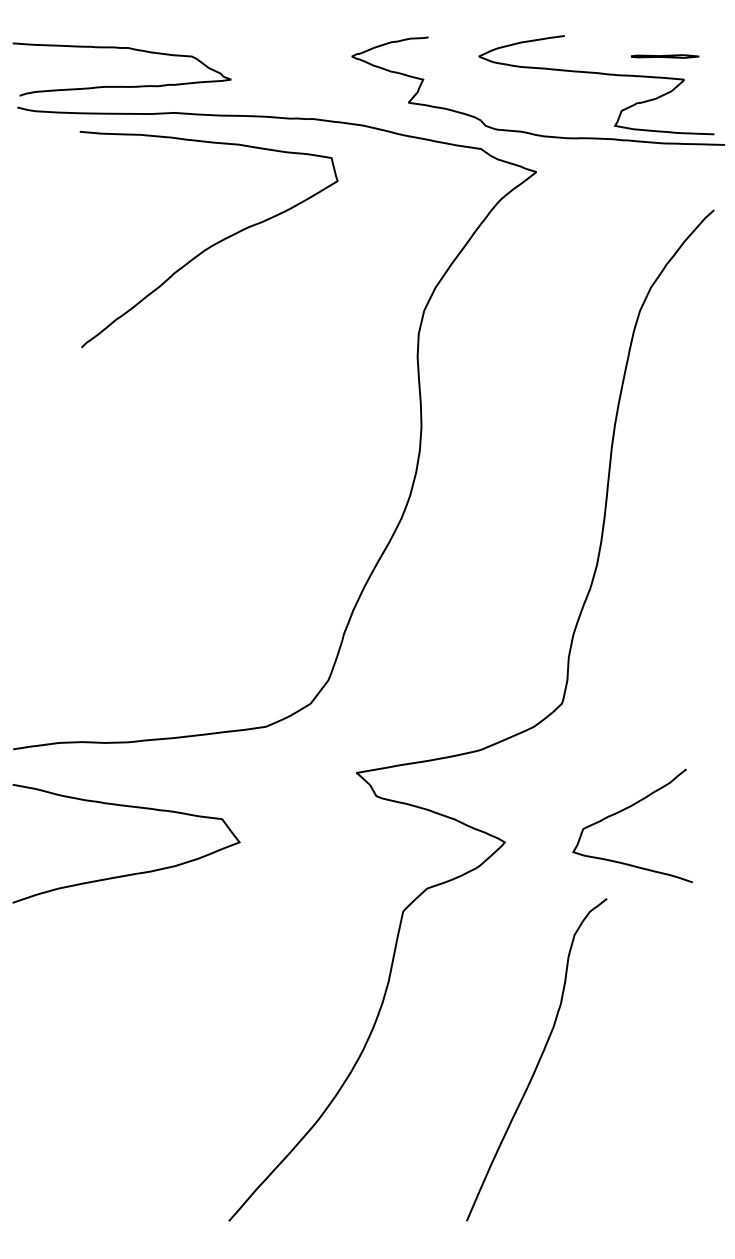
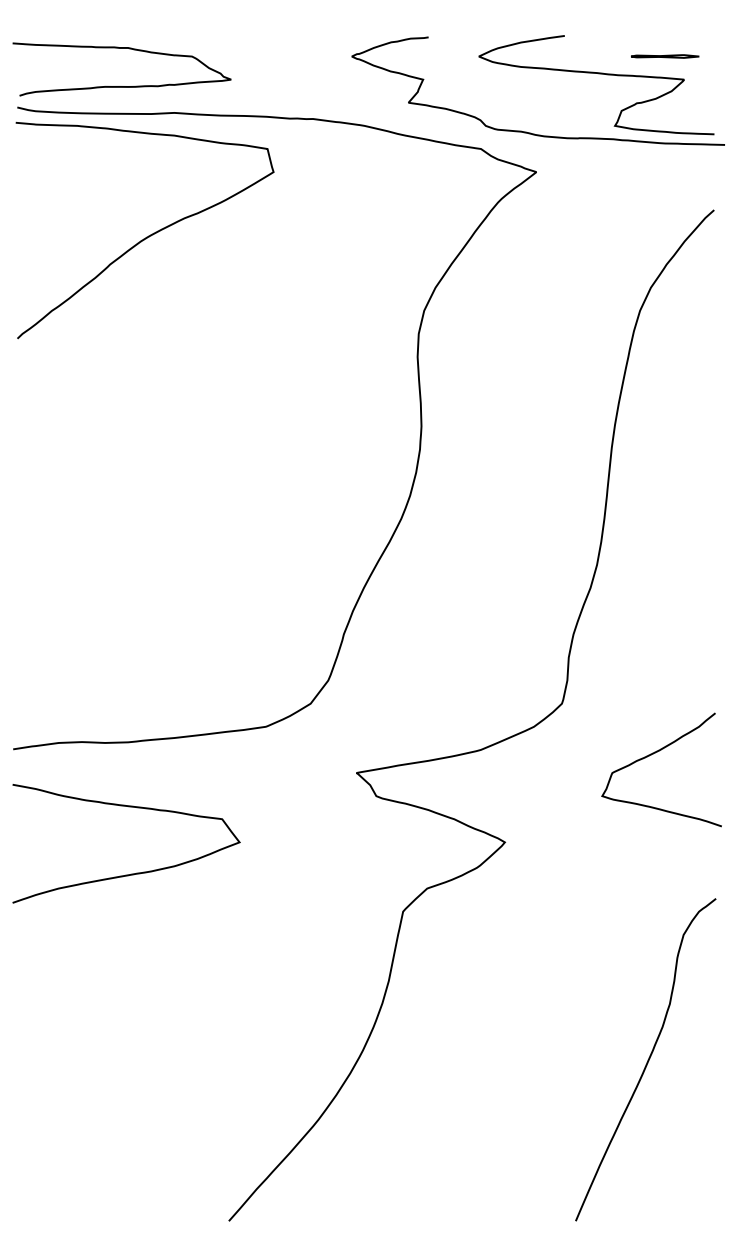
curve at (210, 245) position: (210, 245) -> (146, 236)
curve at (624, 810) position: (624, 810) -> (653, 754)
curve at (538, 1059) position: (538, 1059) -> (647, 1059)
